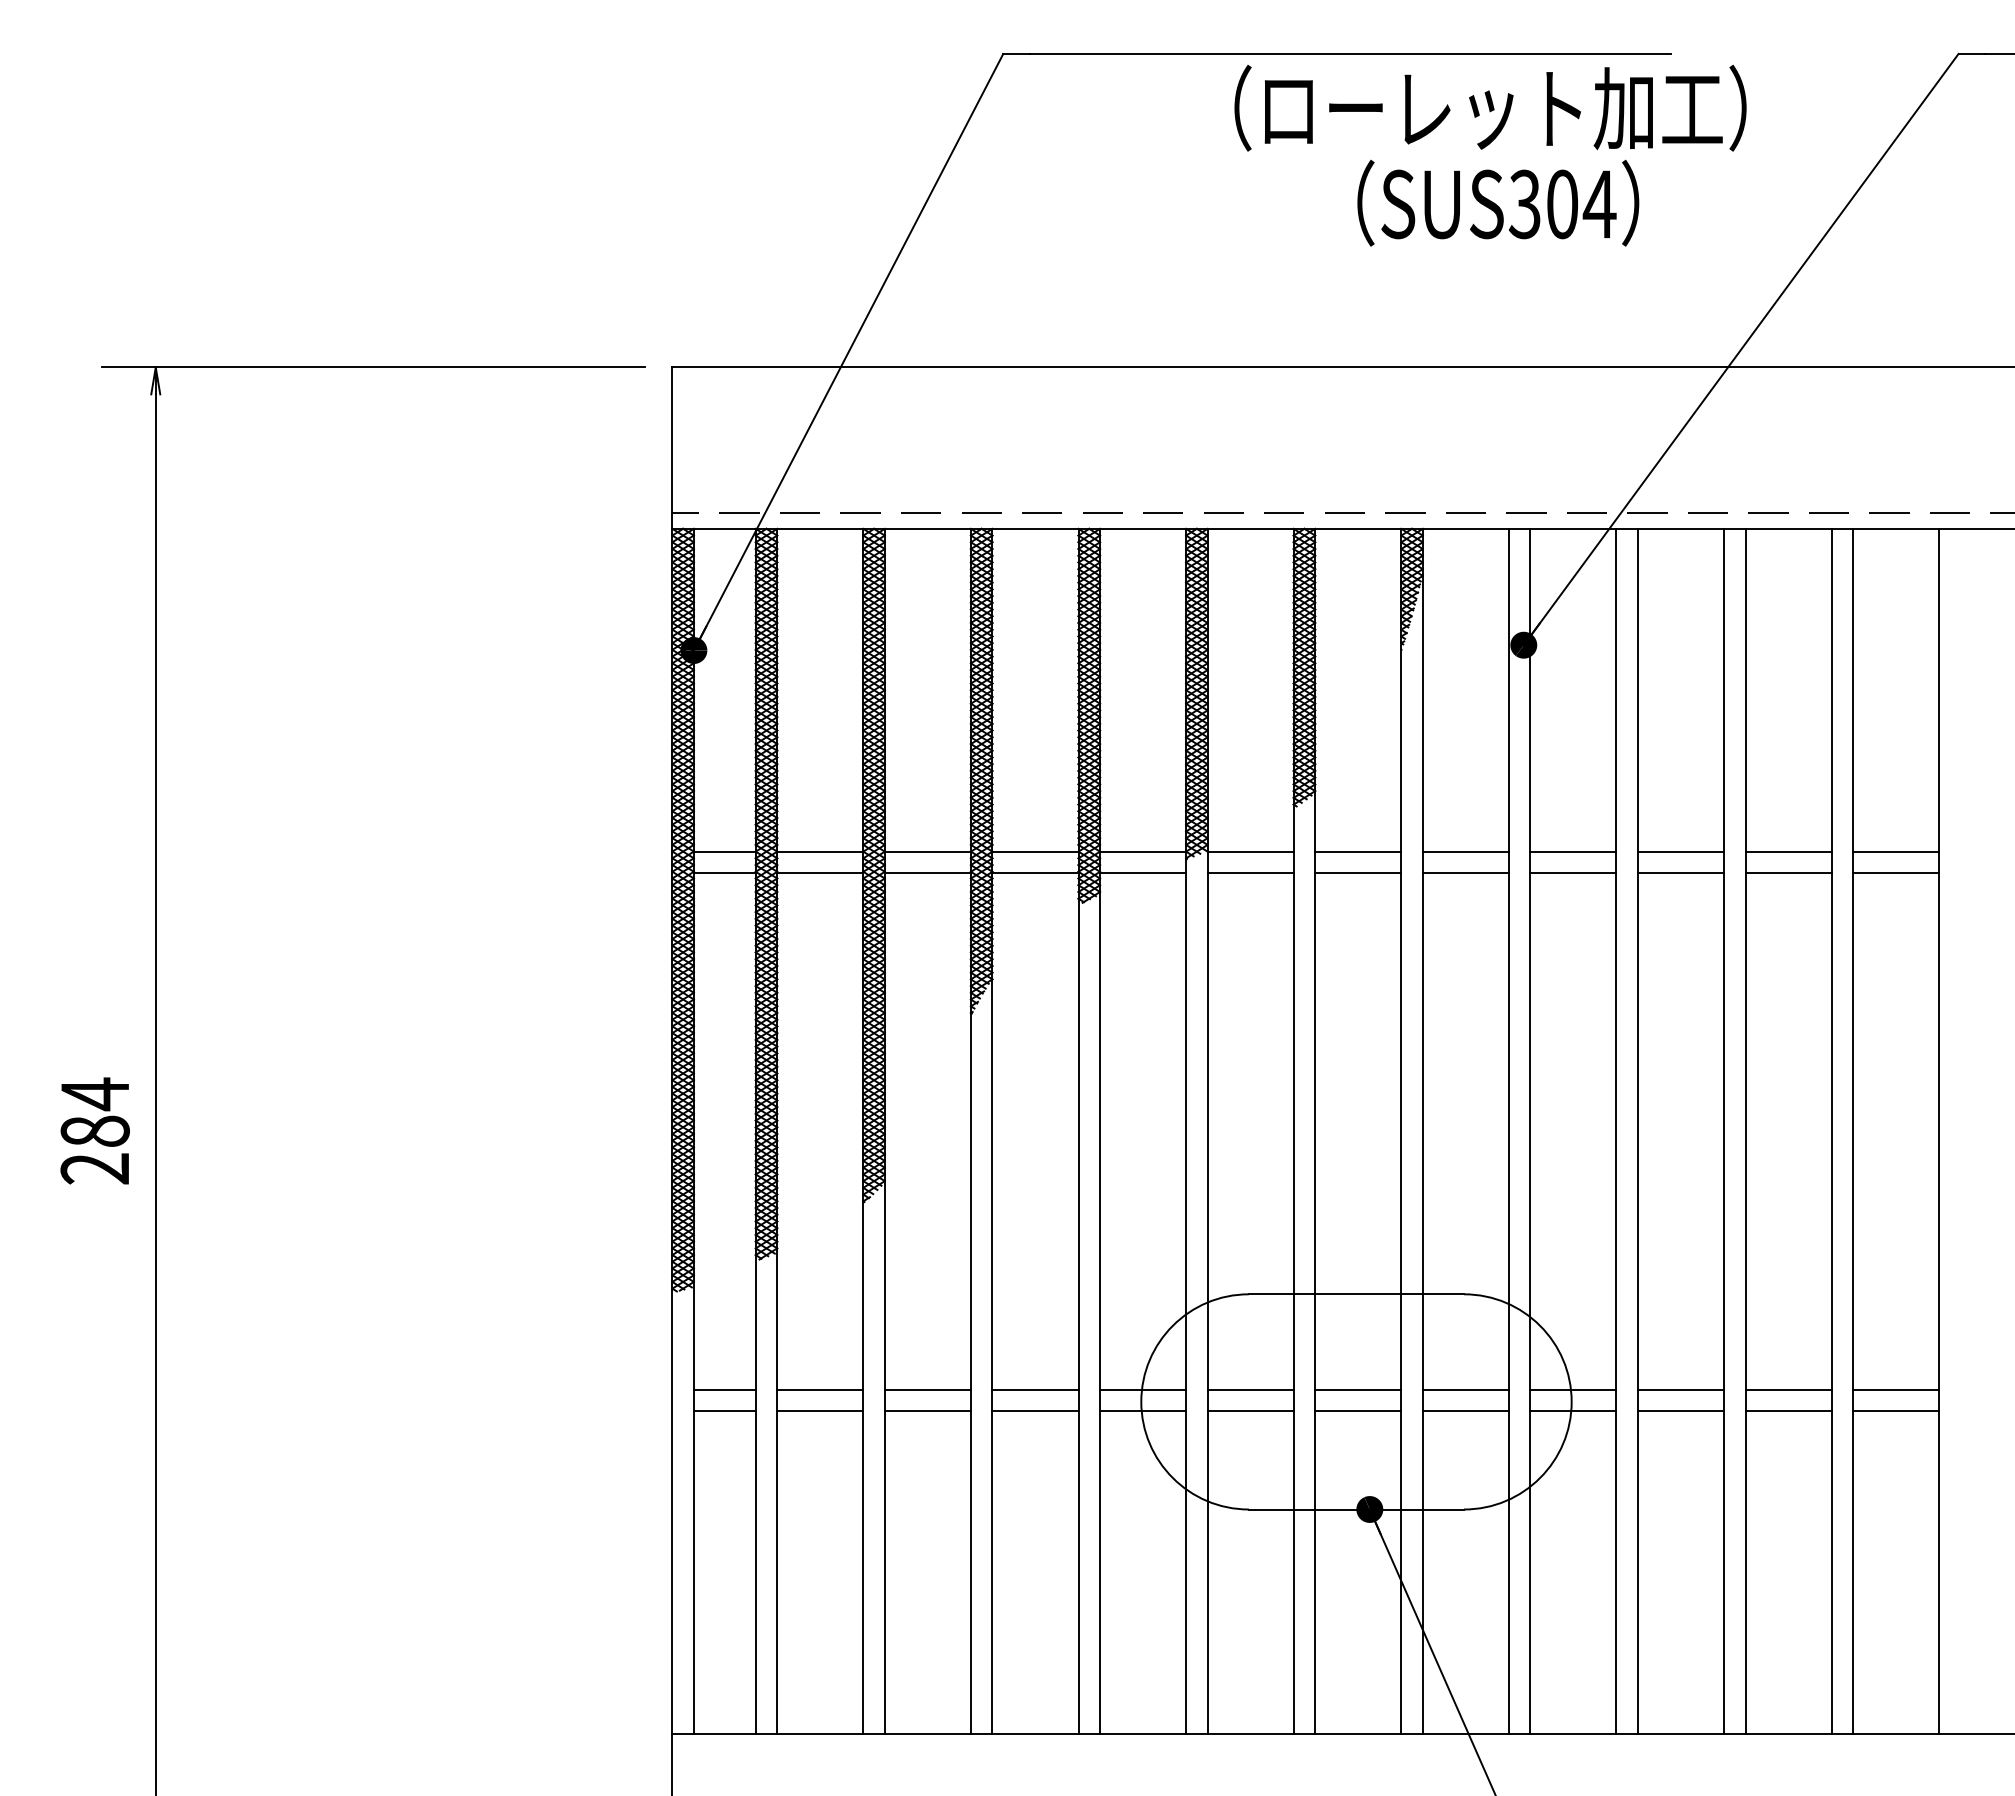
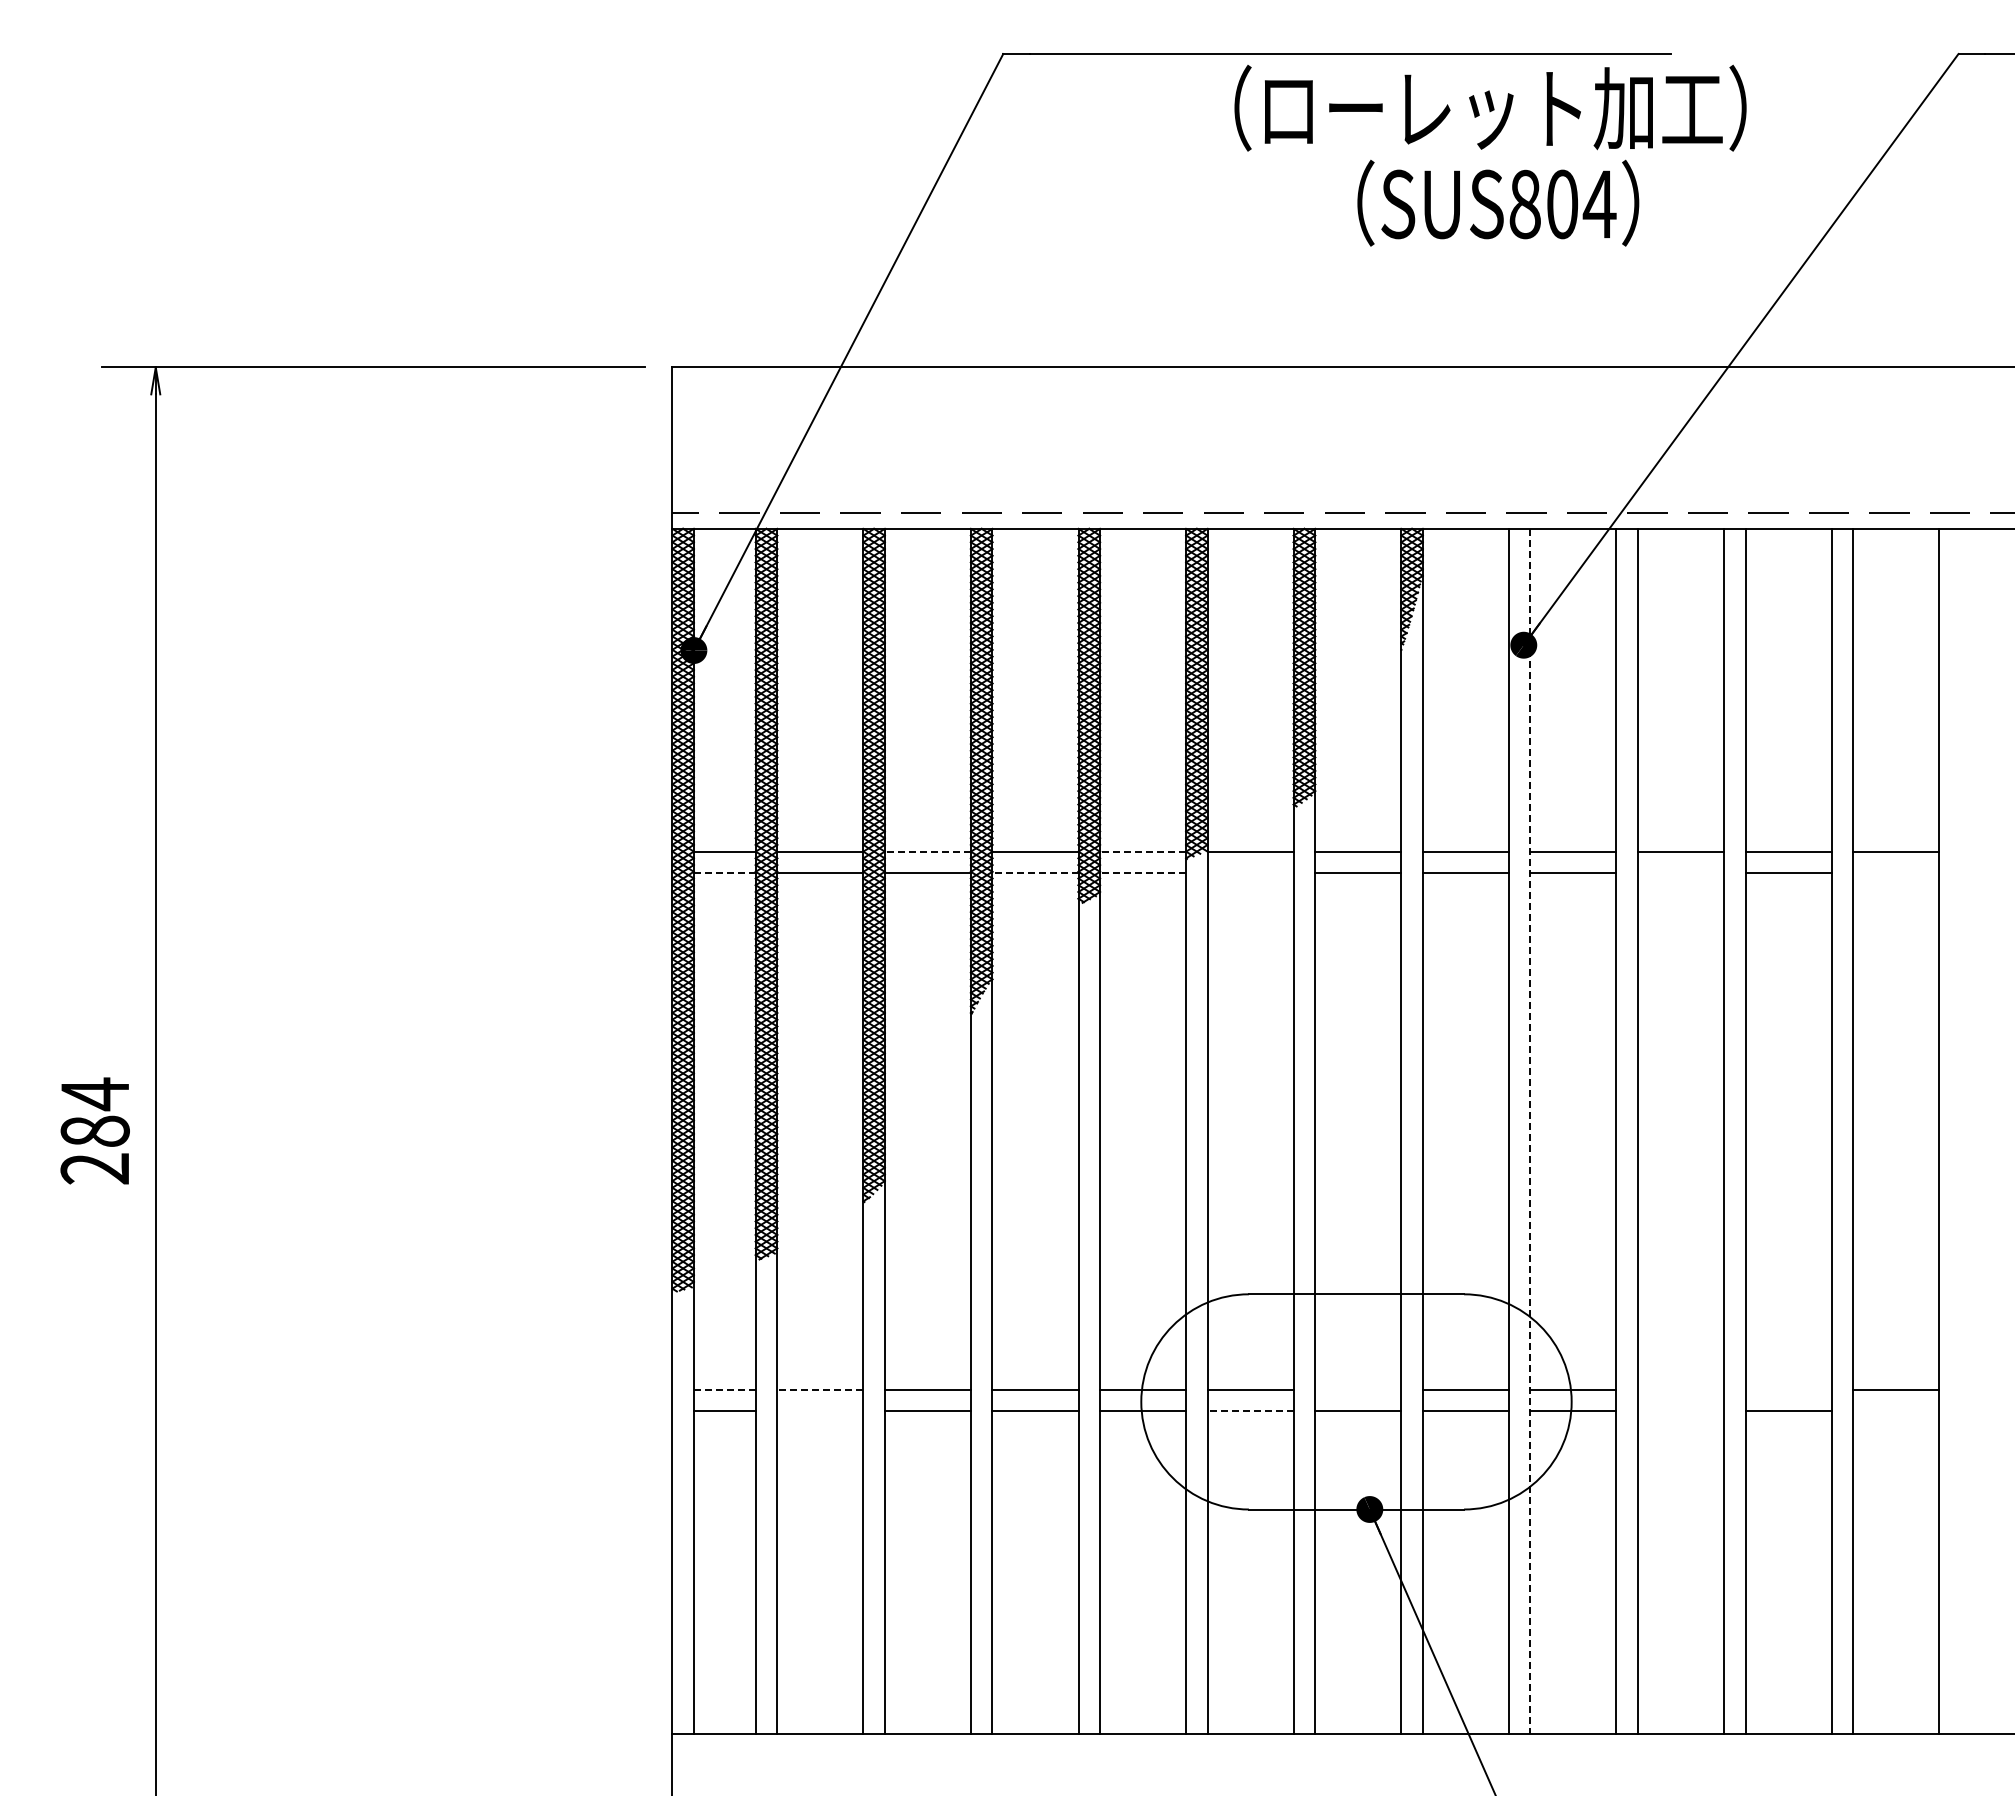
text at (1524, 204): SUS304 -> SUS804
line at (927, 851): solid -> dashed
line at (1142, 851): solid -> dashed
line at (724, 873): solid -> dashed
line at (1034, 873): solid -> dashed
line at (1142, 873): solid -> dashed
line at (1250, 873): present -> none
line at (1680, 873): present -> none
line at (1896, 873): present -> none
line at (1530, 1131): solid -> dashed
line at (724, 1389): solid -> dashed
line at (819, 1389): solid -> dashed
line at (1358, 1389): present -> none
line at (1680, 1389): present -> none
line at (1788, 1389): present -> none
line at (820, 1411): present -> none
line at (1250, 1411): solid -> dashed
line at (1680, 1411): present -> none
line at (1896, 1411): present -> none
